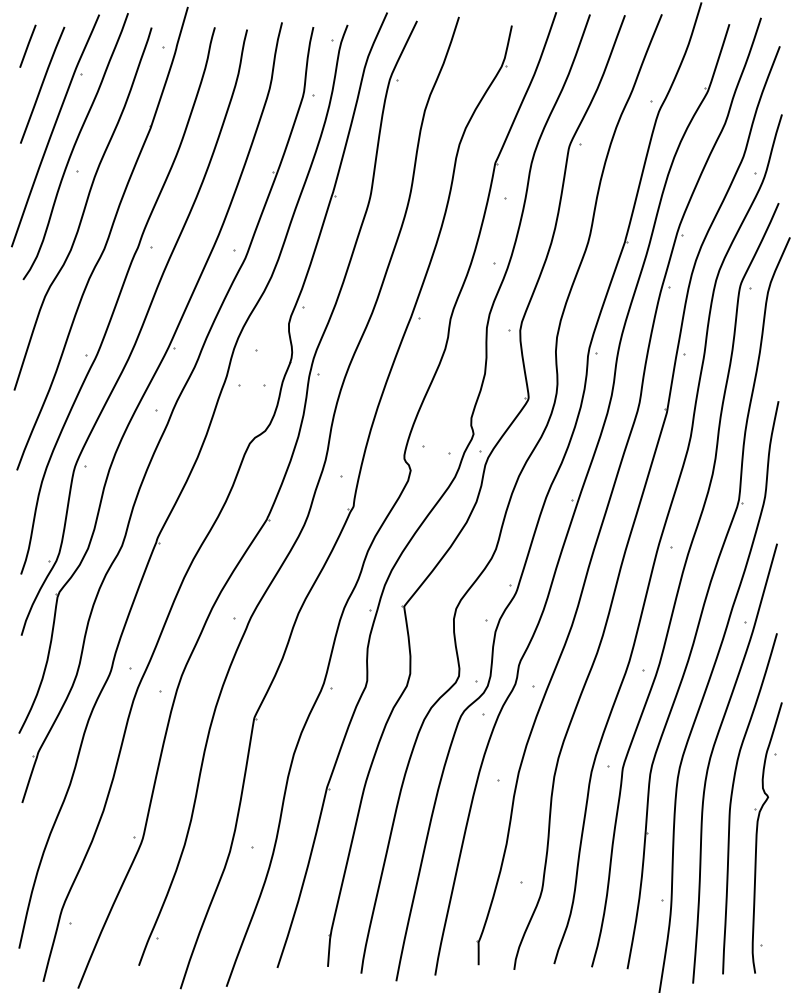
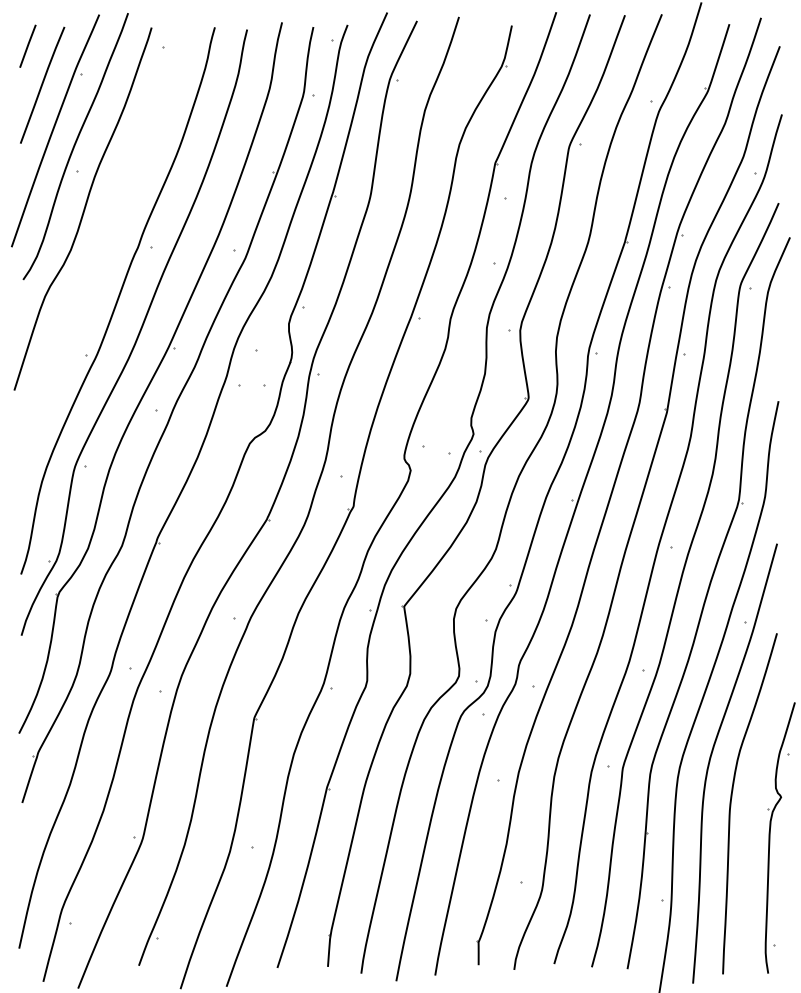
part at (102, 238): present -> none
part at (757, 837) position: (757, 837) -> (770, 837)
